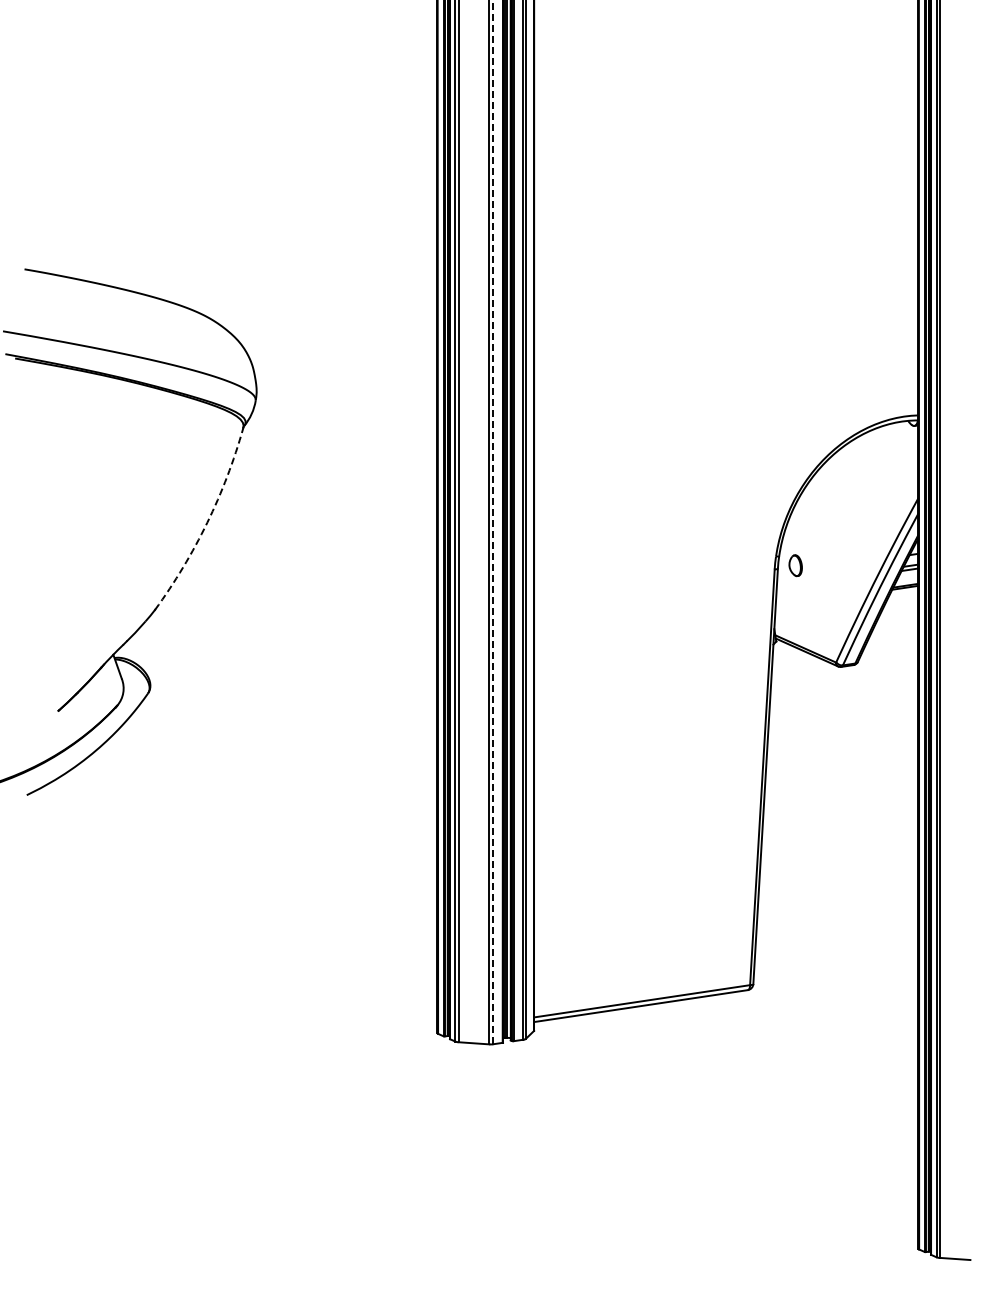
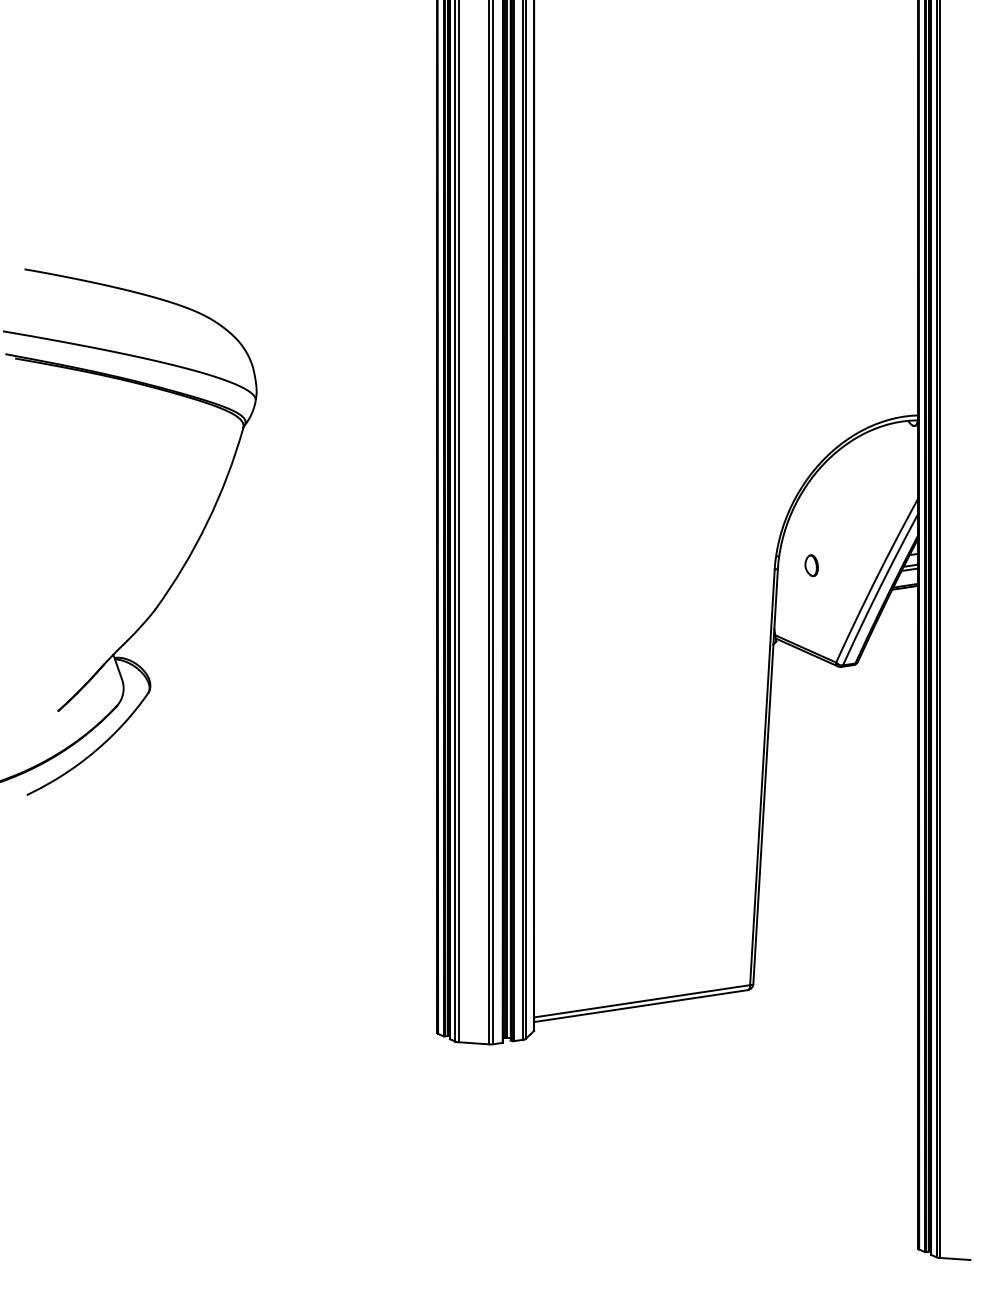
arc at (207, 522): dashed -> solid
line at (493, 522): dashed -> solid
part at (795, 565) position: (795, 565) -> (811, 565)
